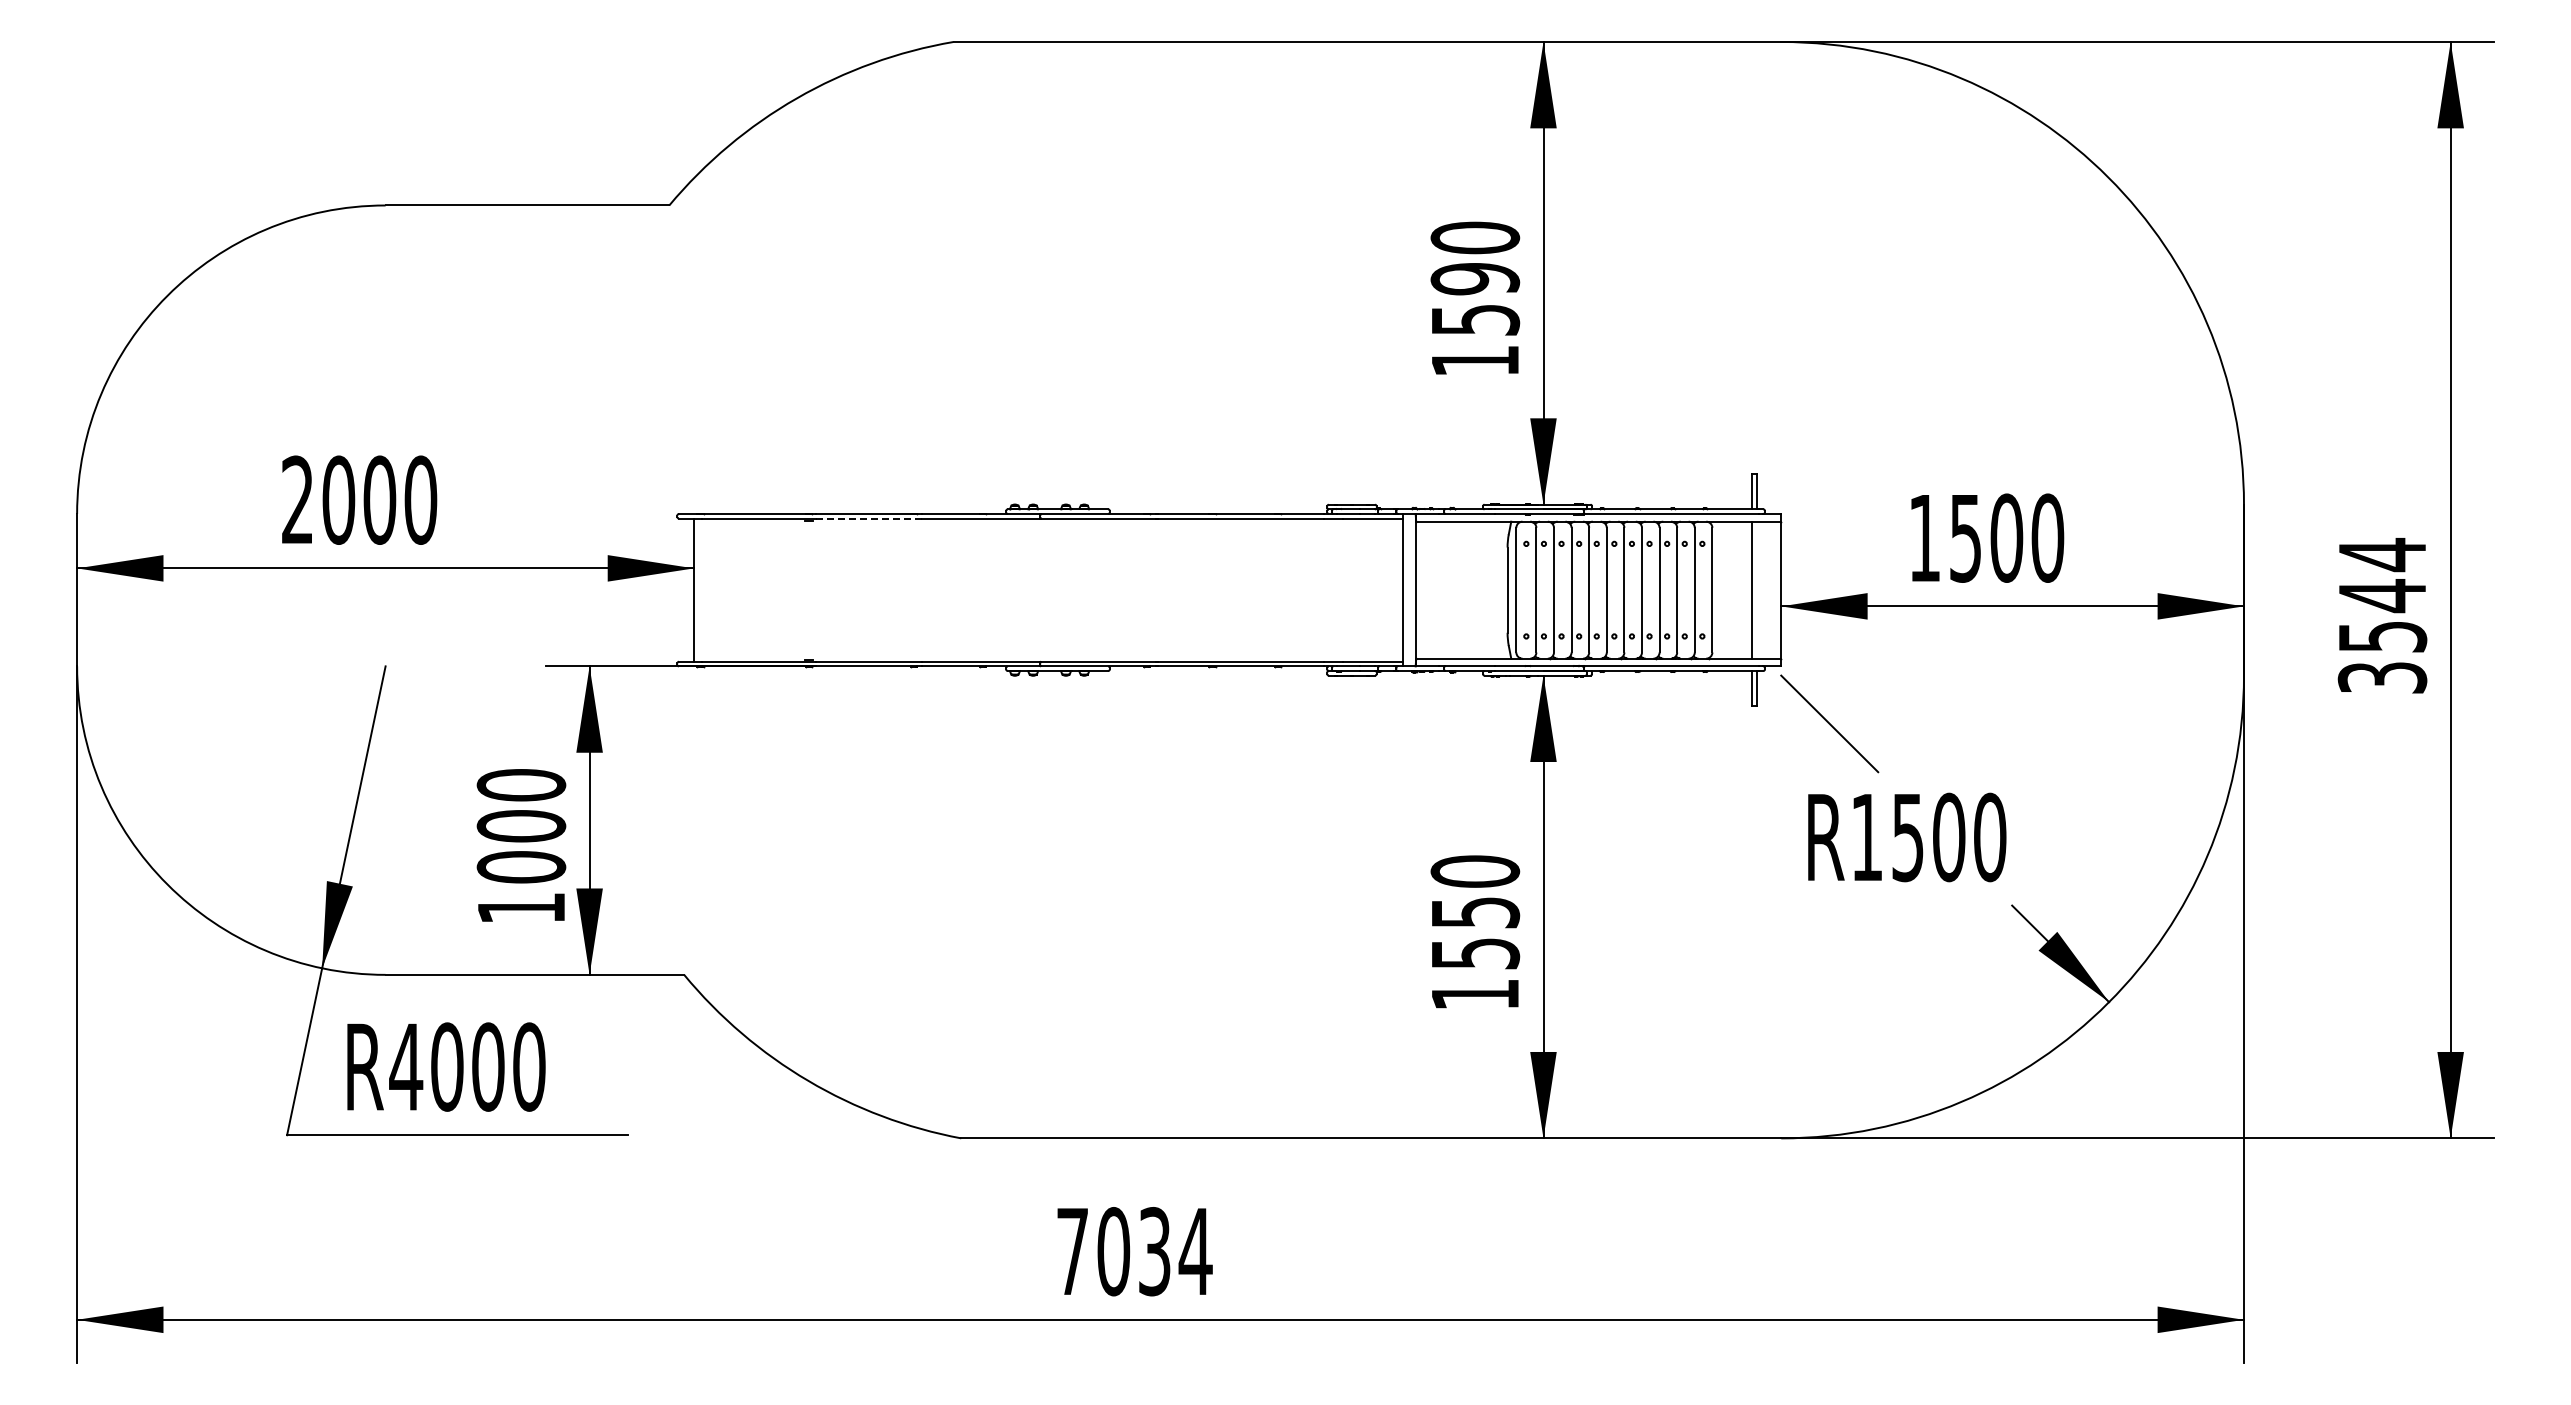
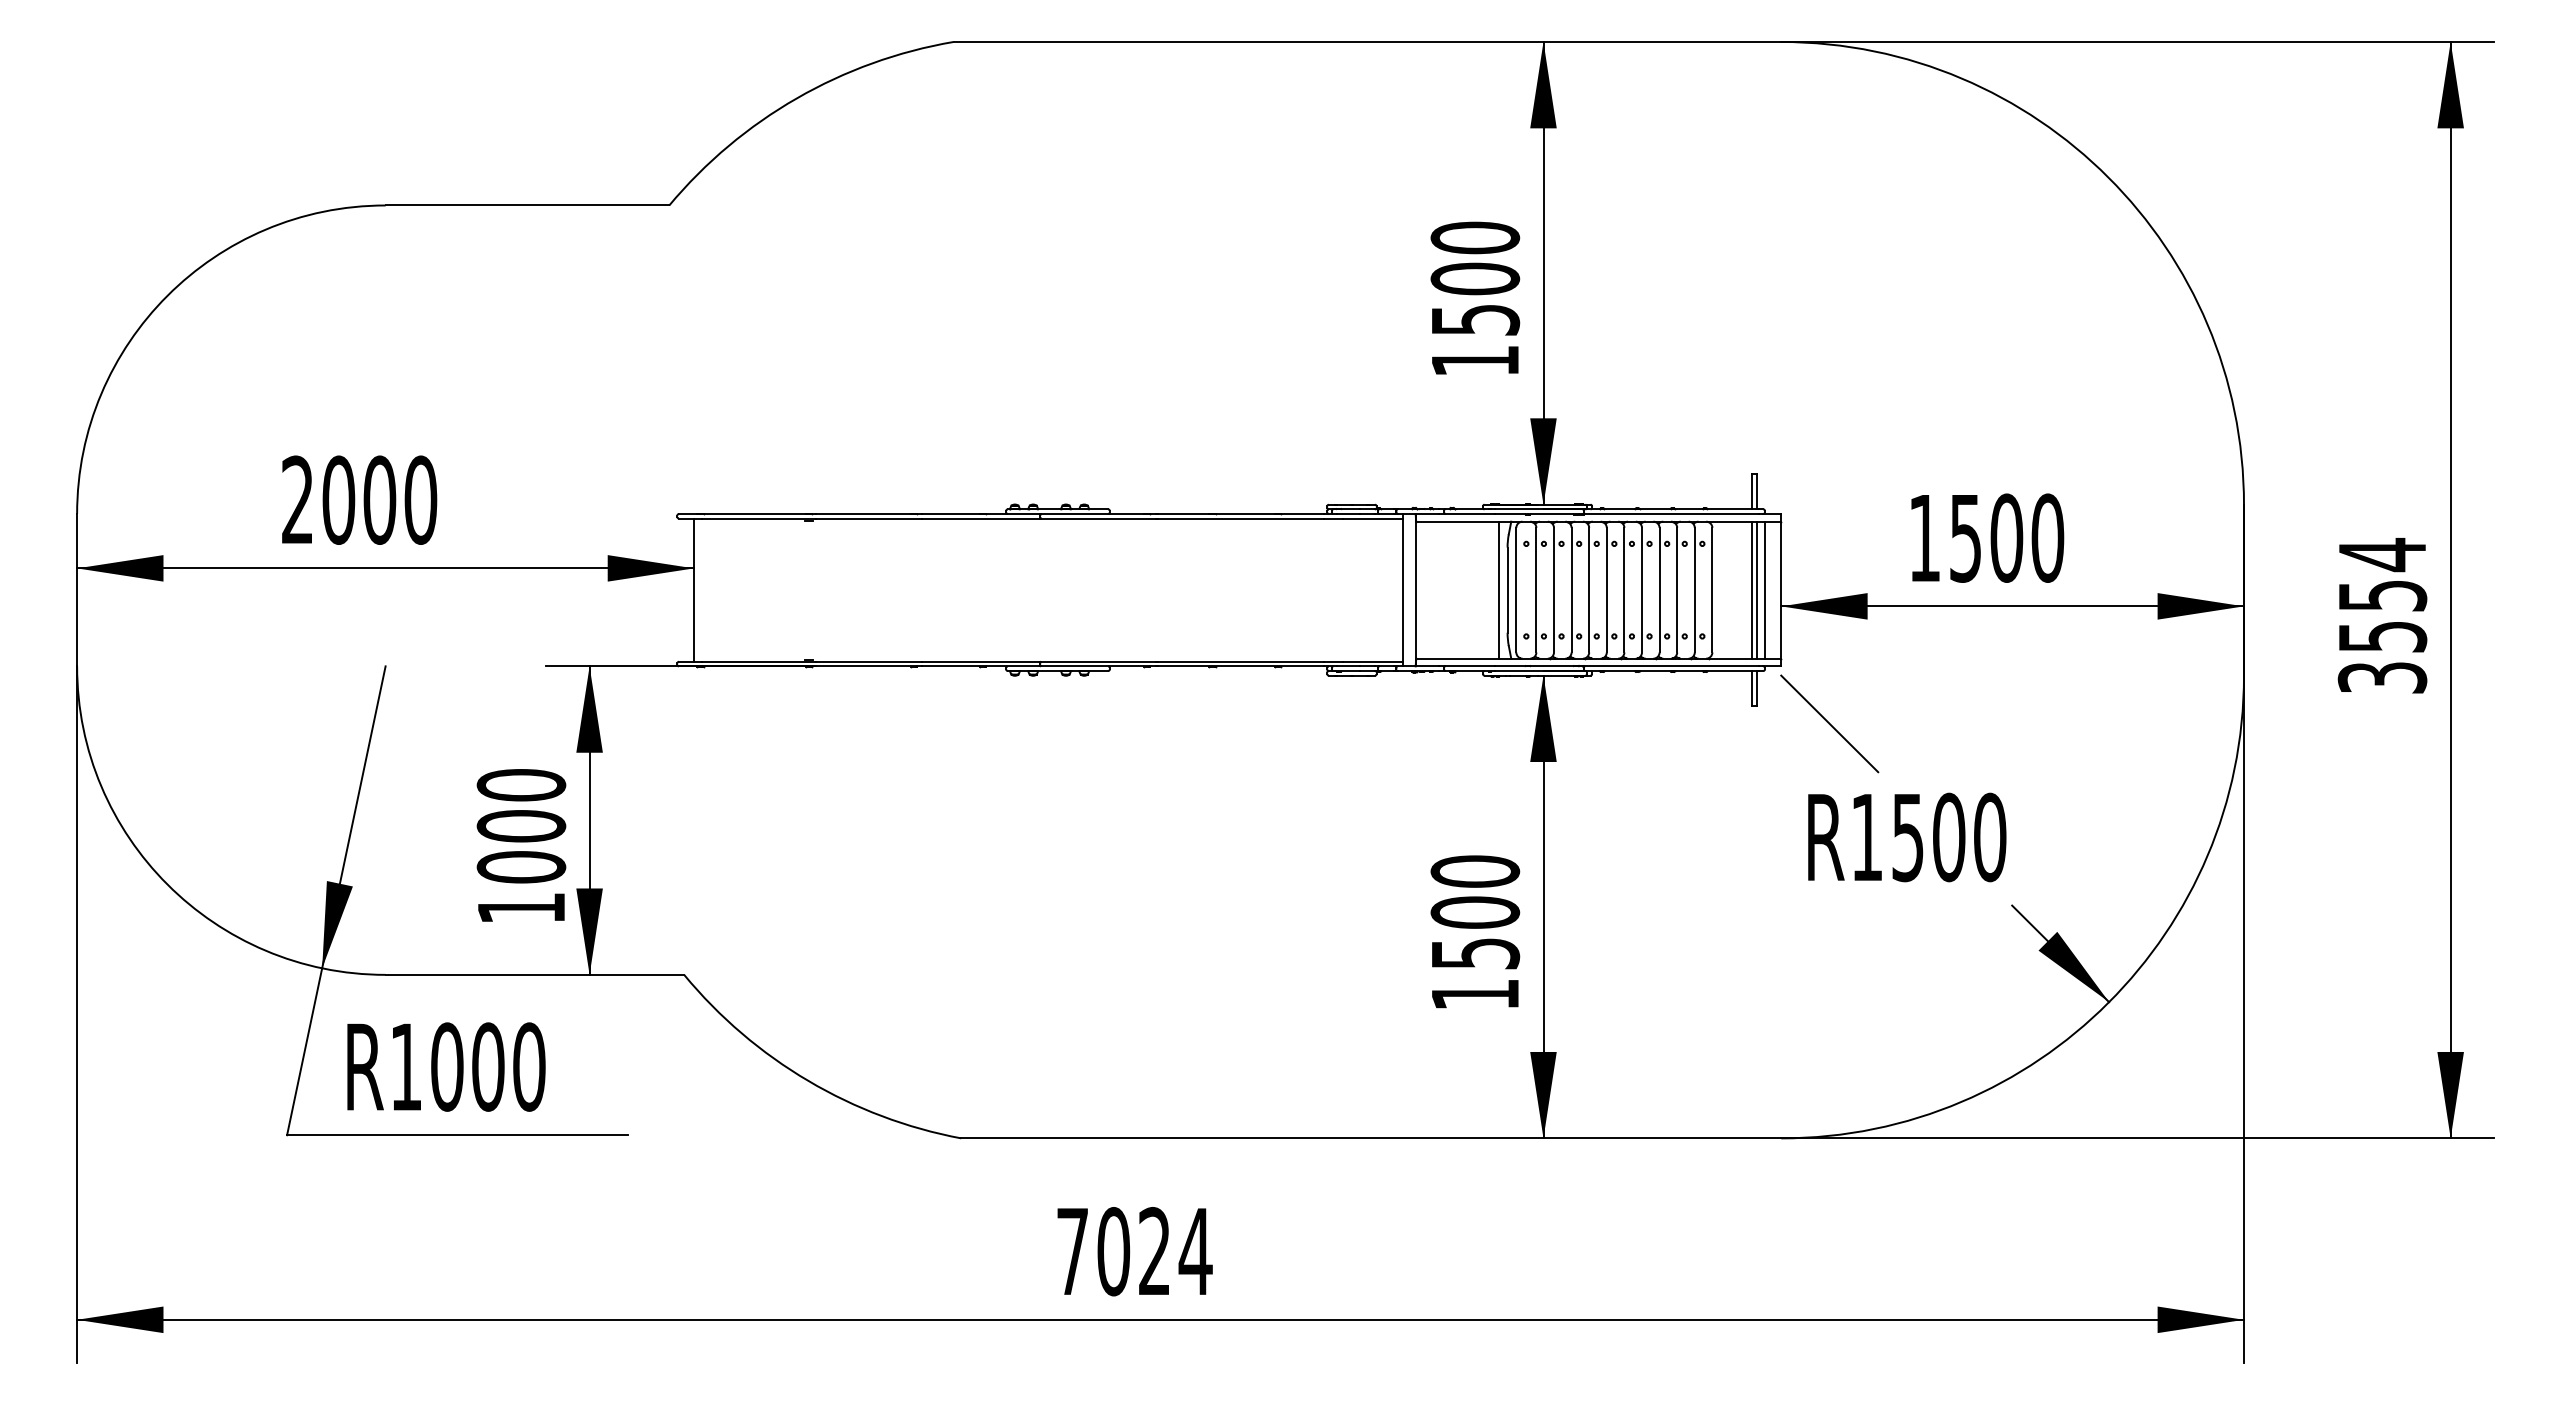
text at (1475, 278): 1590 -> 1500
line at (868, 518): dashed -> solid
line at (1498, 589): none -> present
line at (1757, 589): none -> present
line at (1764, 589): none -> present
text at (2383, 596): 3544 -> 3554
text at (1475, 912): 1550 -> 1500
text at (406, 1066): R4000 -> R1000
text at (1154, 1251): 7034 -> 7024
